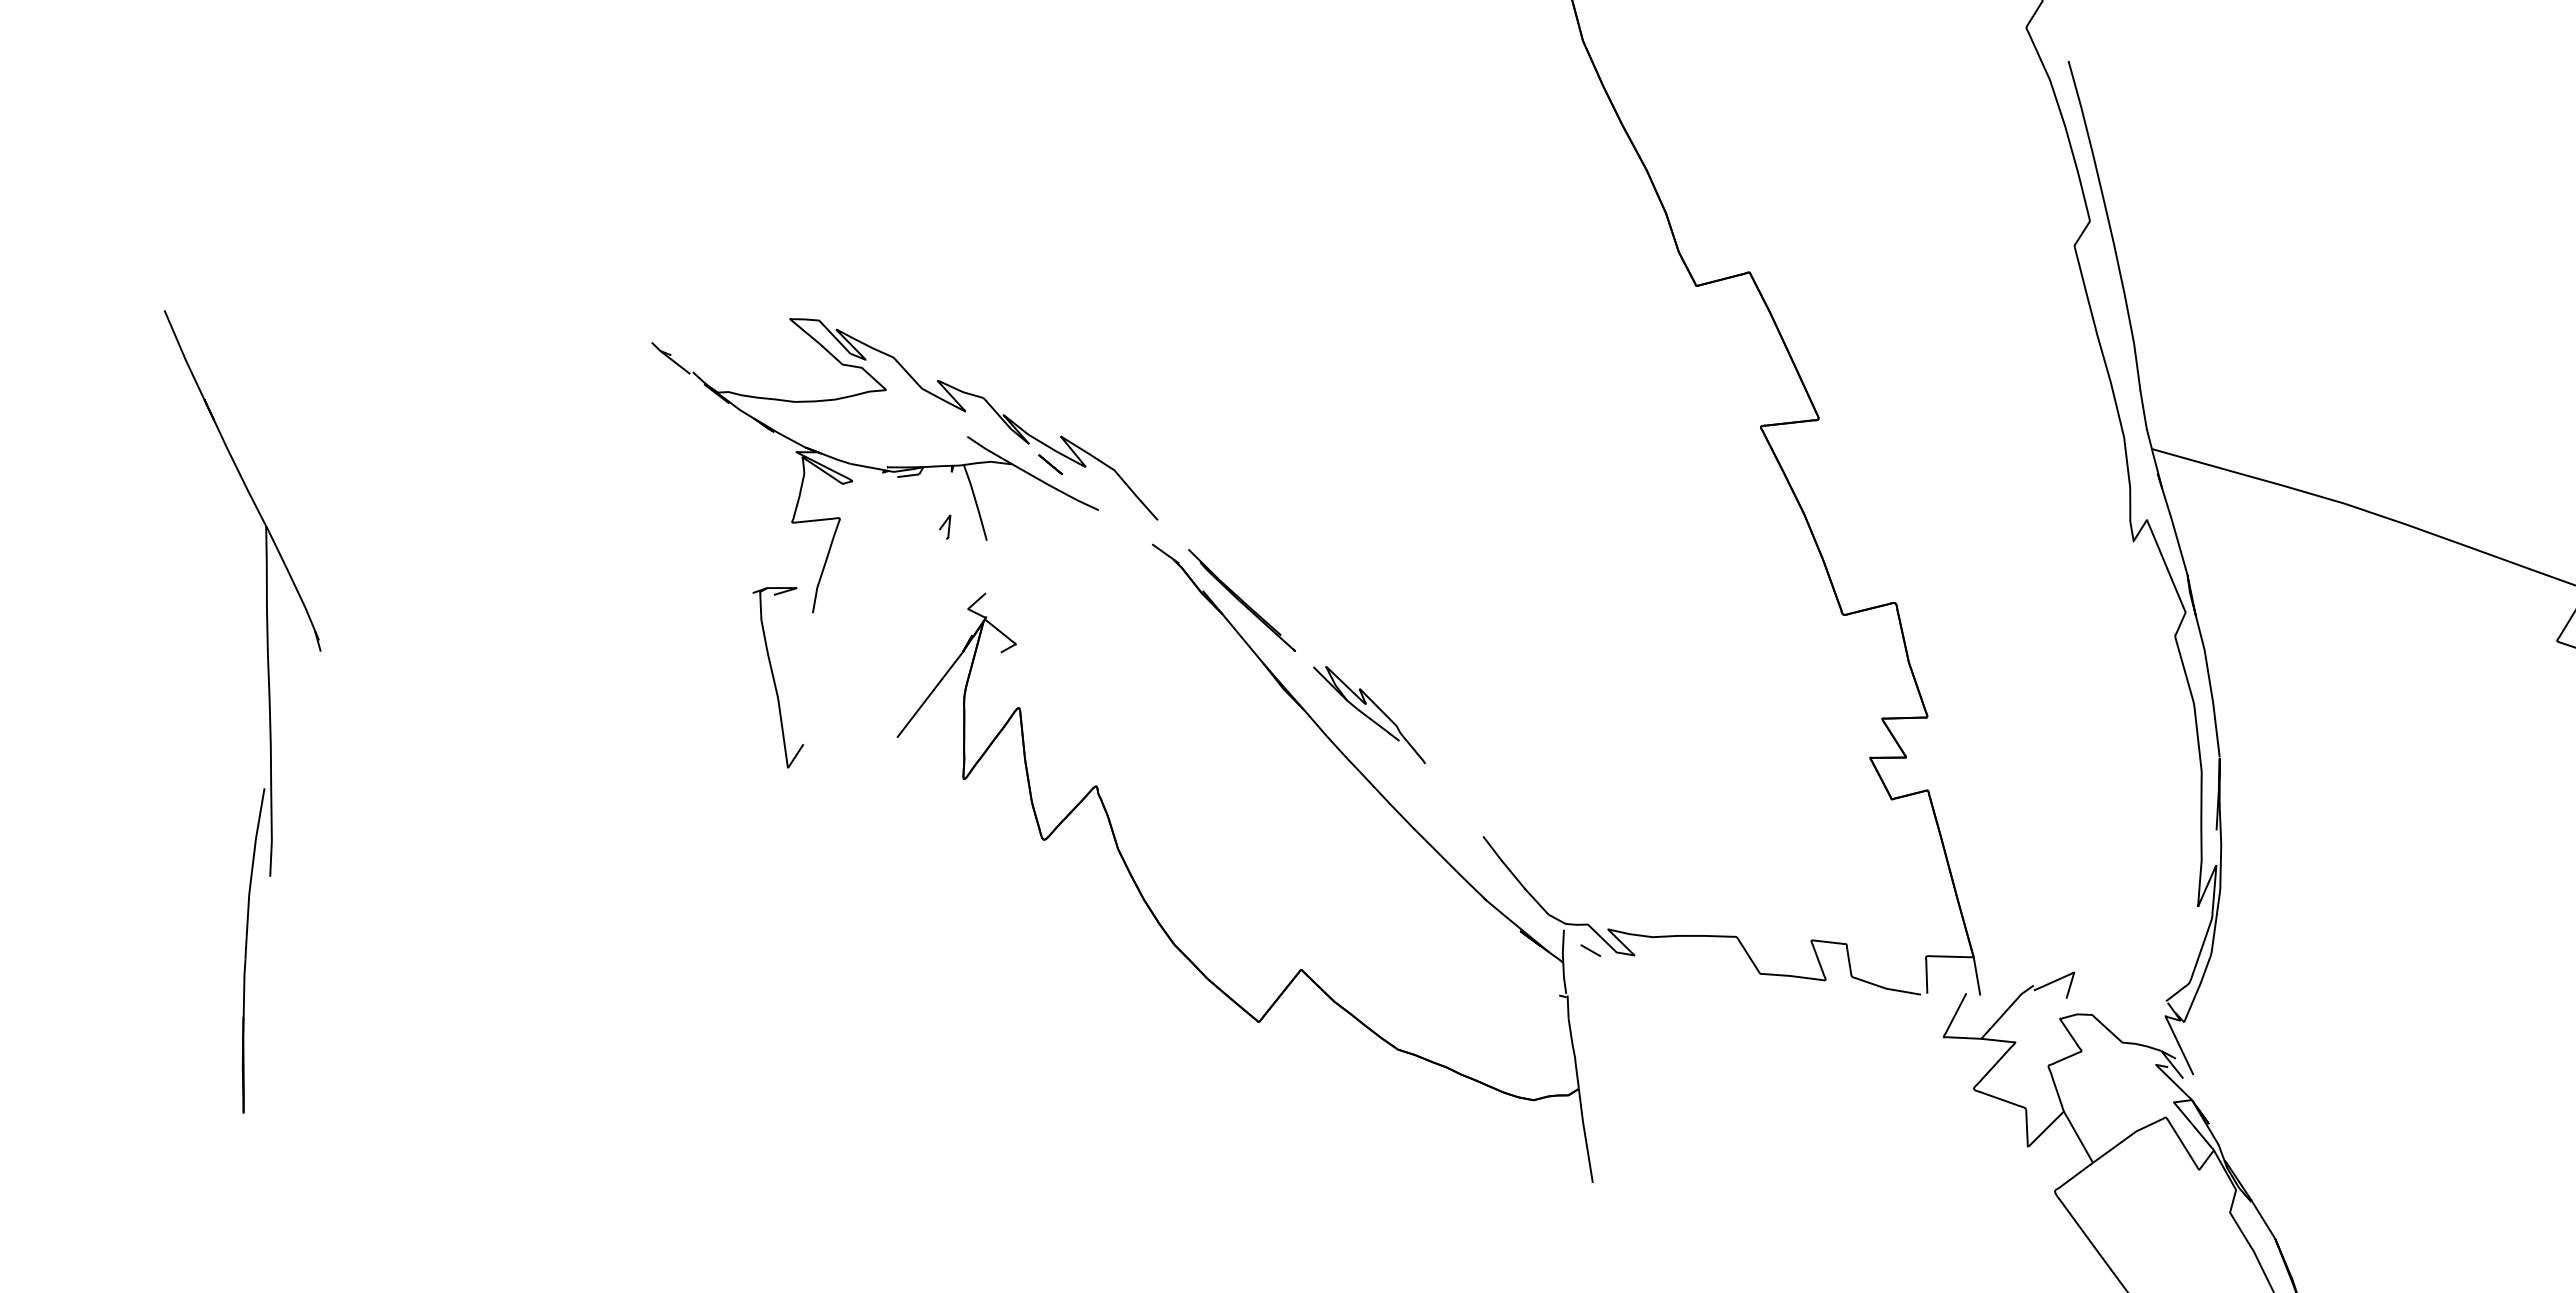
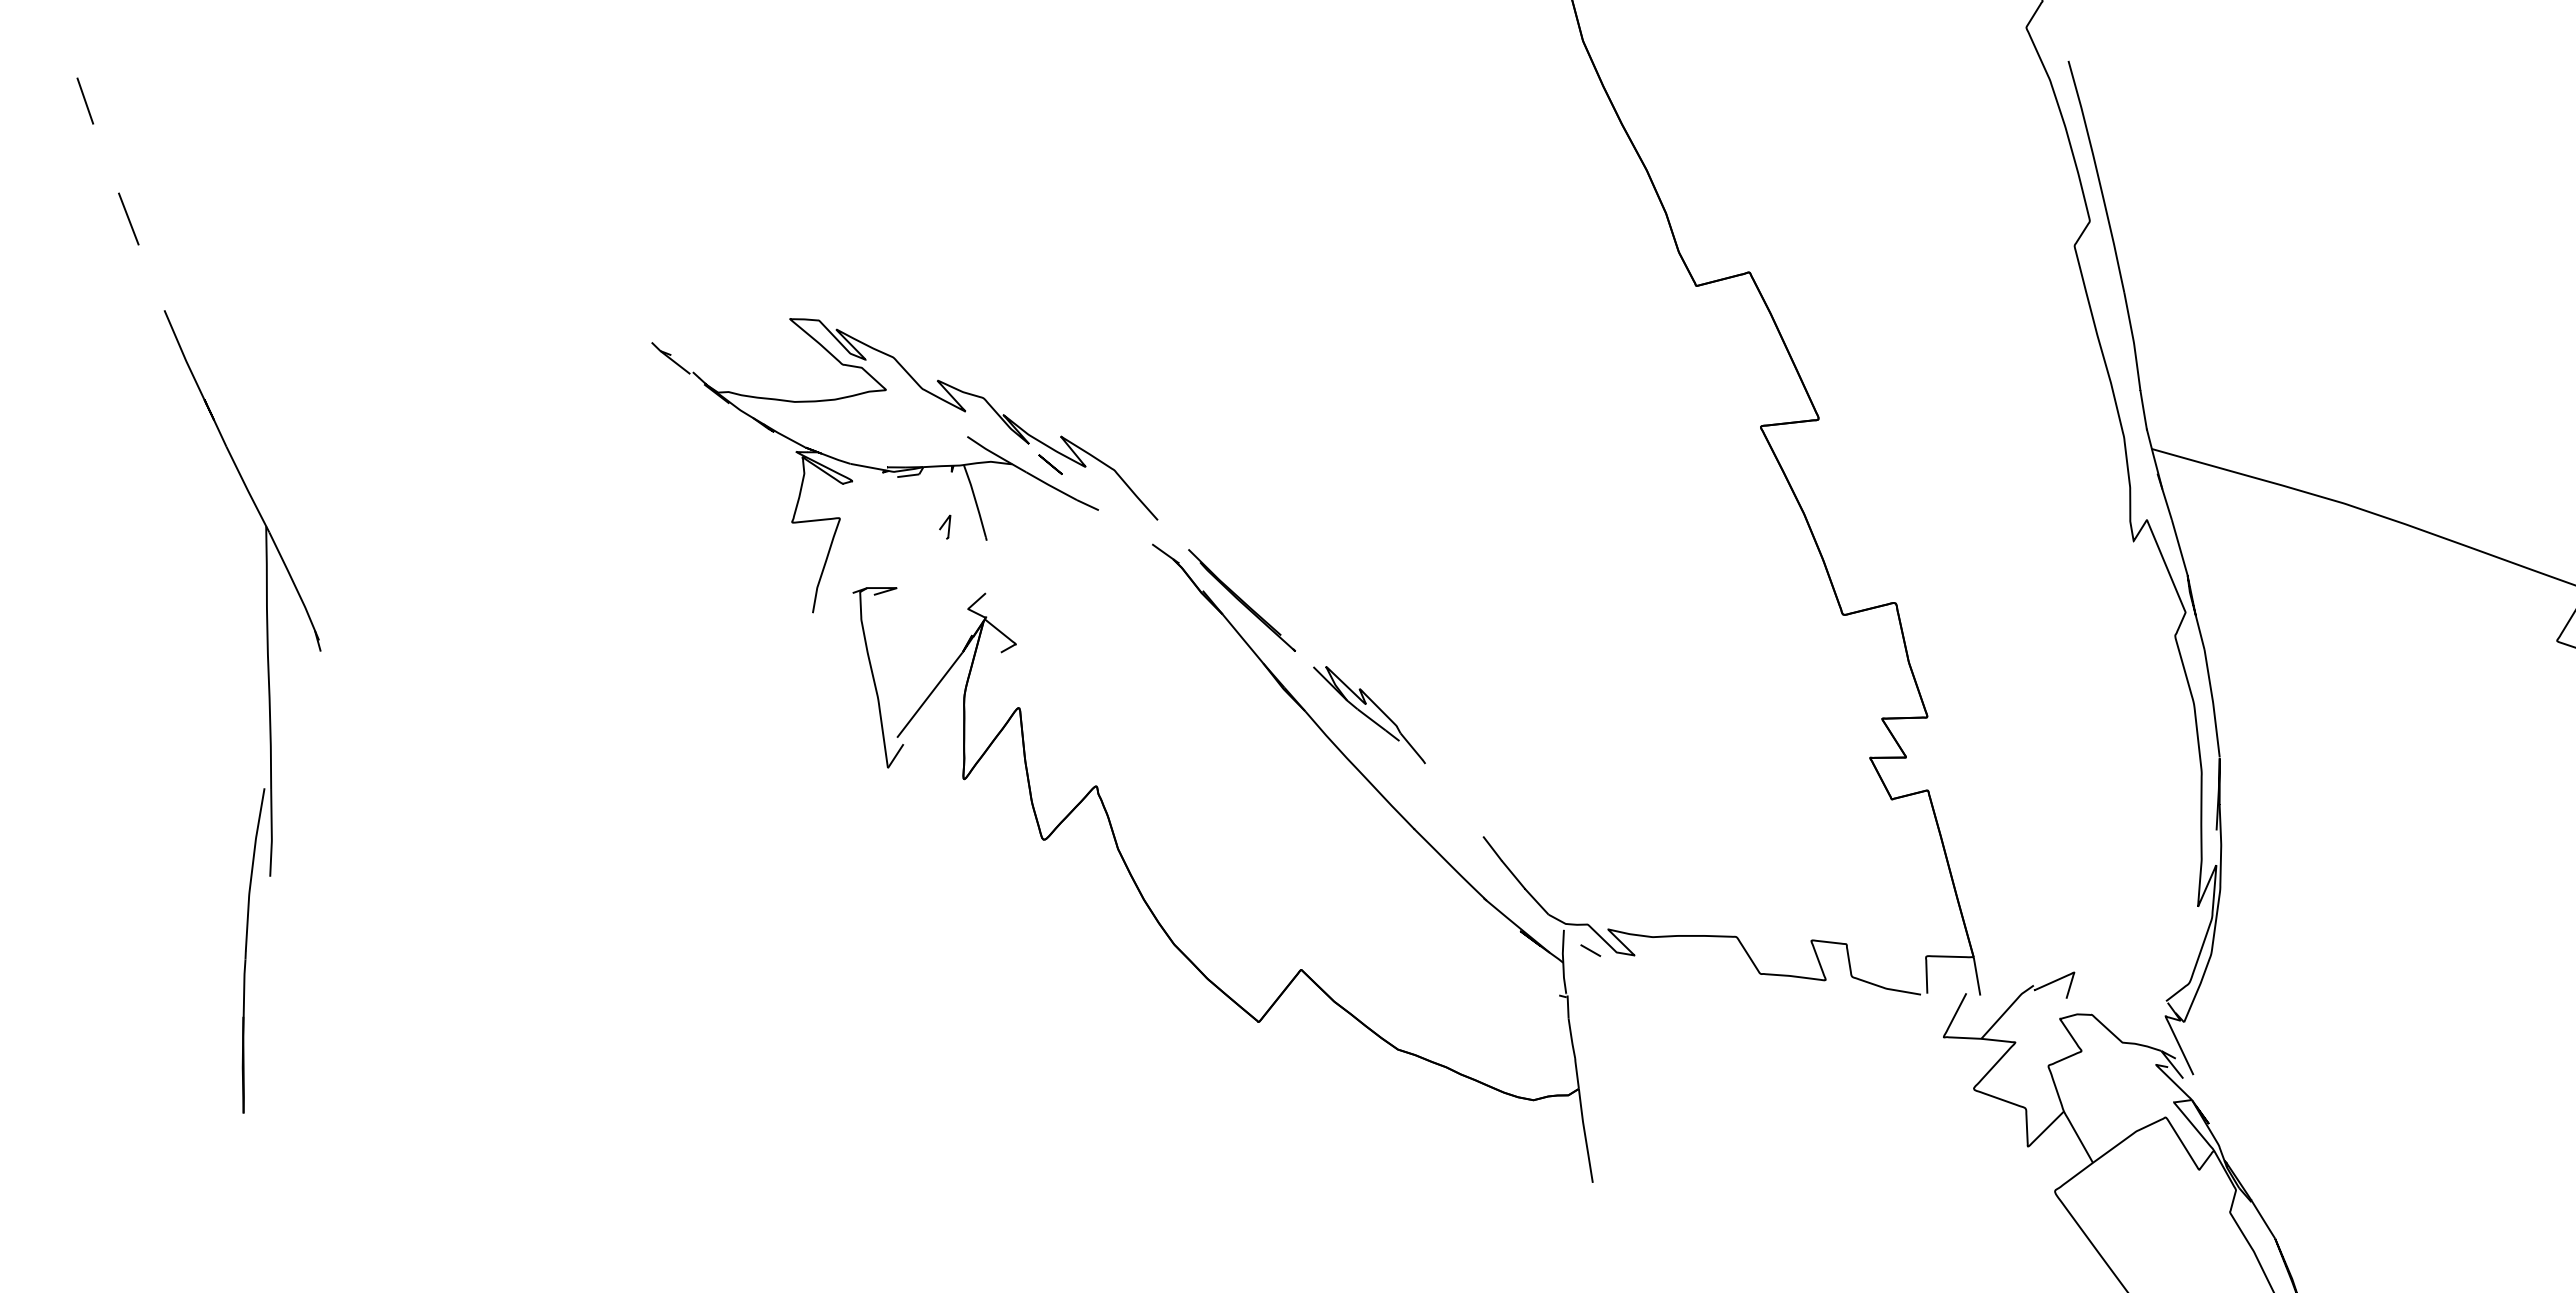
line at (84, 100): none -> present
line at (128, 218): none -> present
part at (778, 677) position: (778, 677) -> (878, 677)
